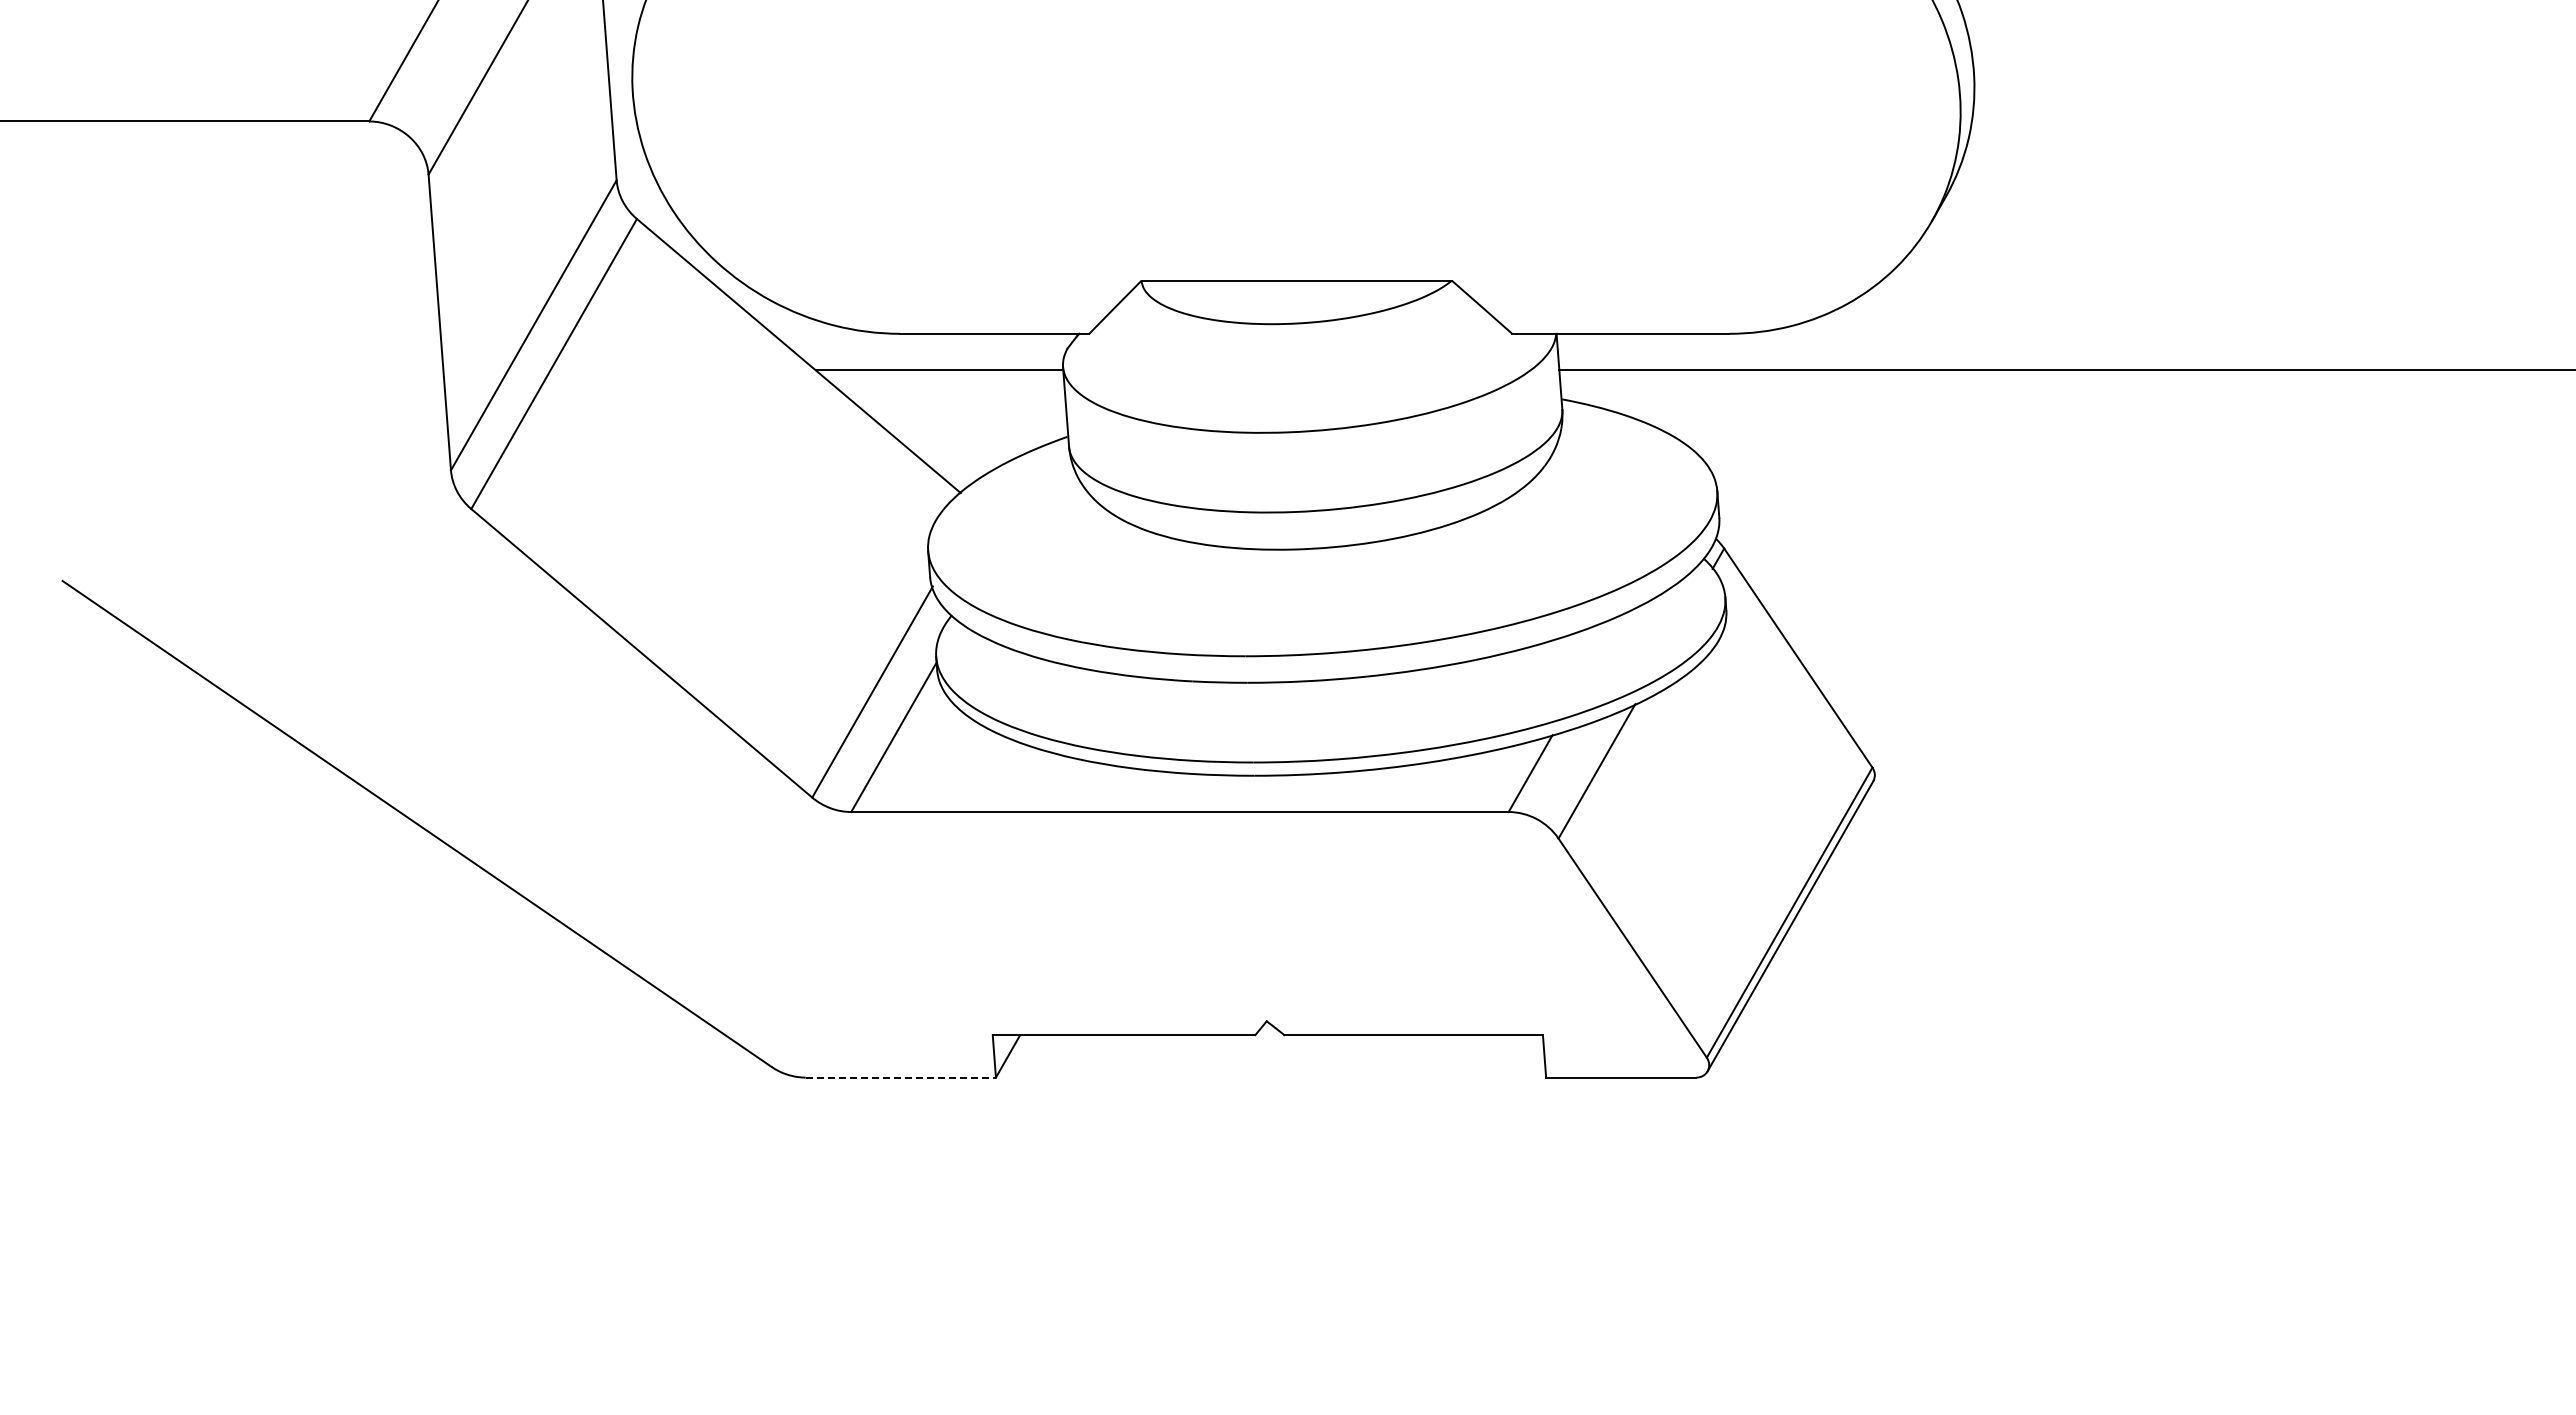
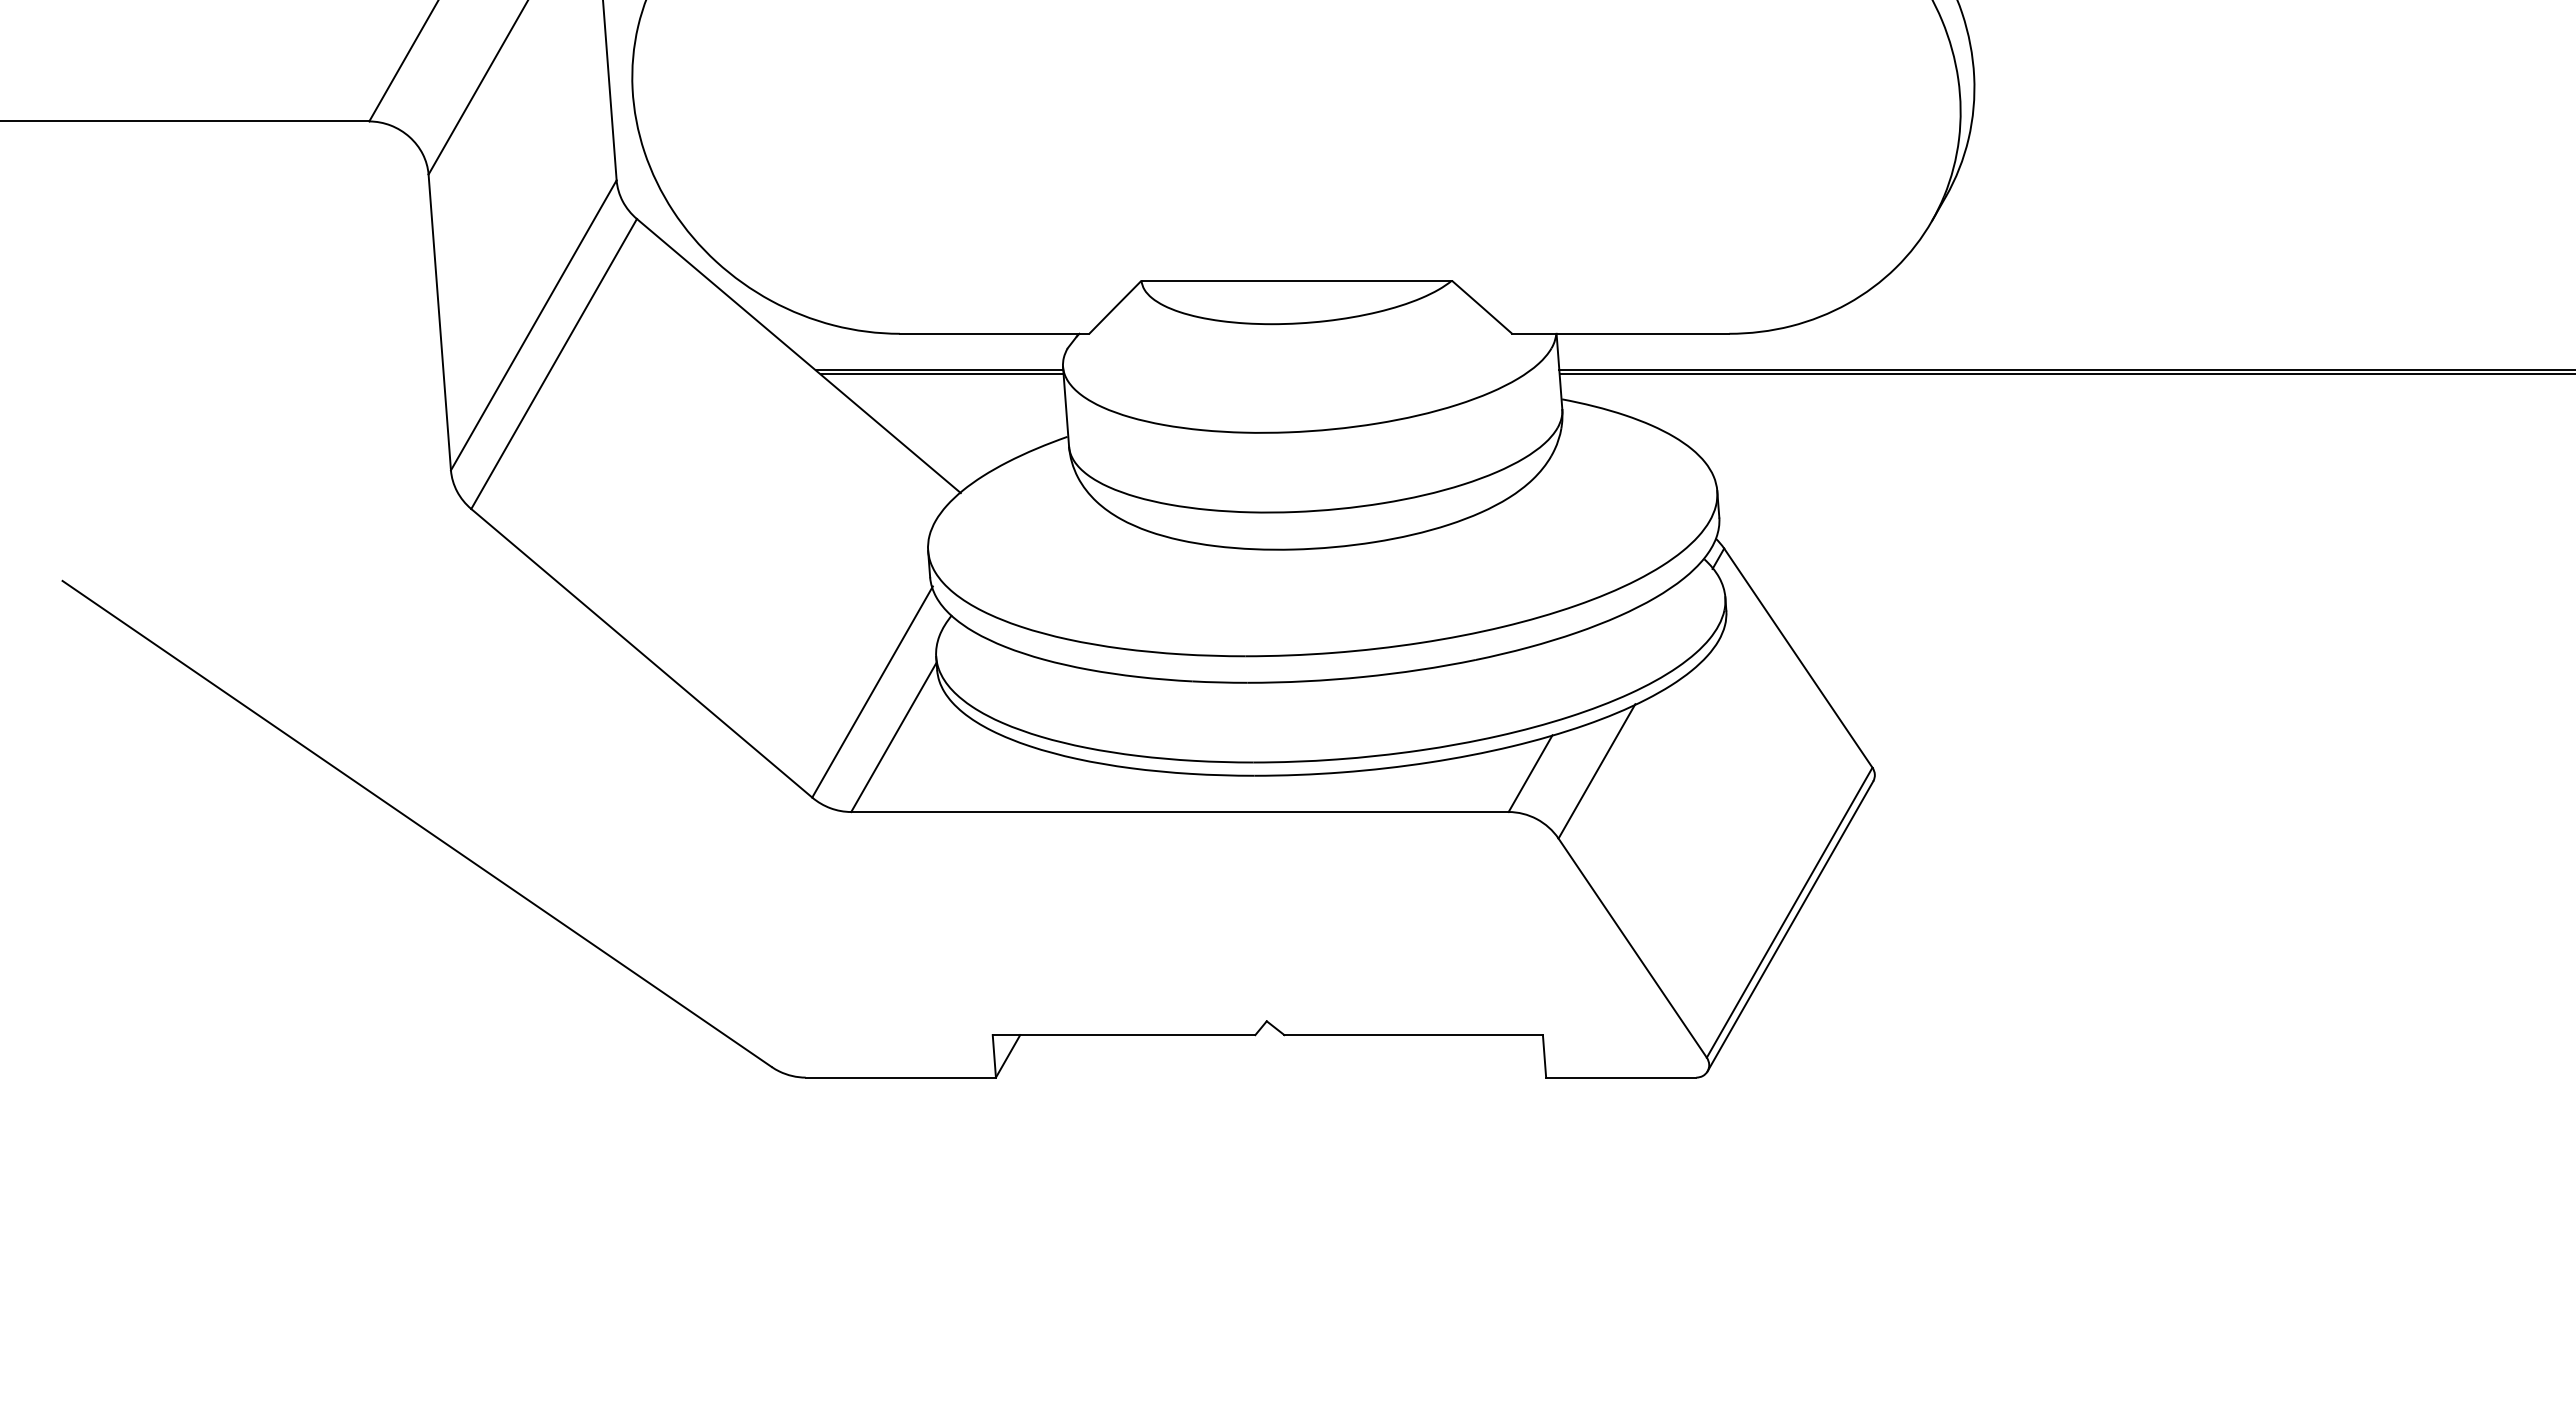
line at (941, 374): none -> present
line at (2065, 374): none -> present
line at (901, 1077): dashed -> solid
